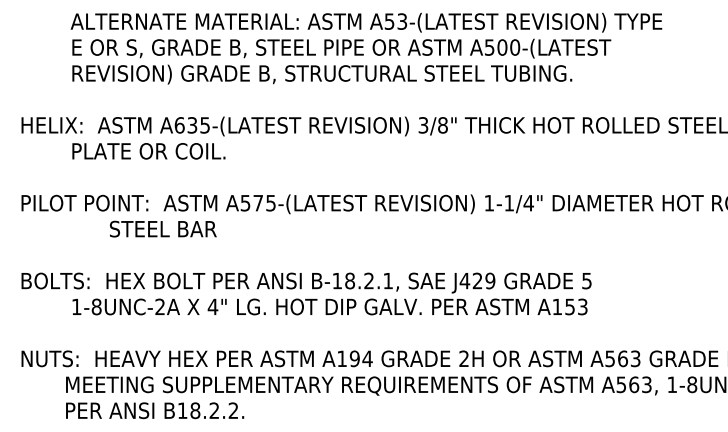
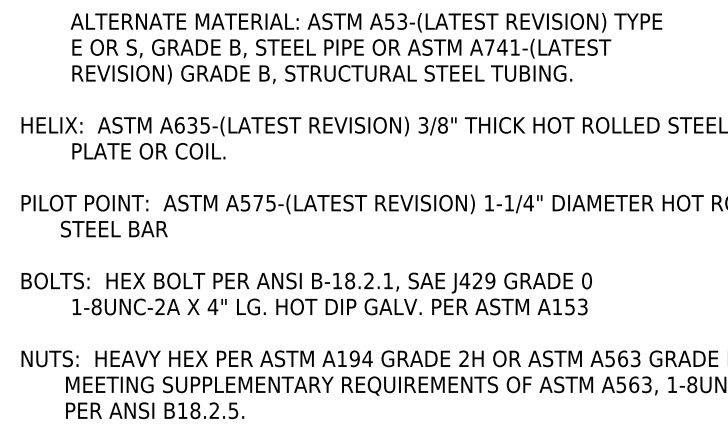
text at (502, 47): A500-(LATEST -> A741-(LATEST
text at (163, 228) position: (163, 228) -> (114, 228)
text at (586, 280): 5 -> 0
text at (233, 410): B18.2.2. -> B18.2.5.
